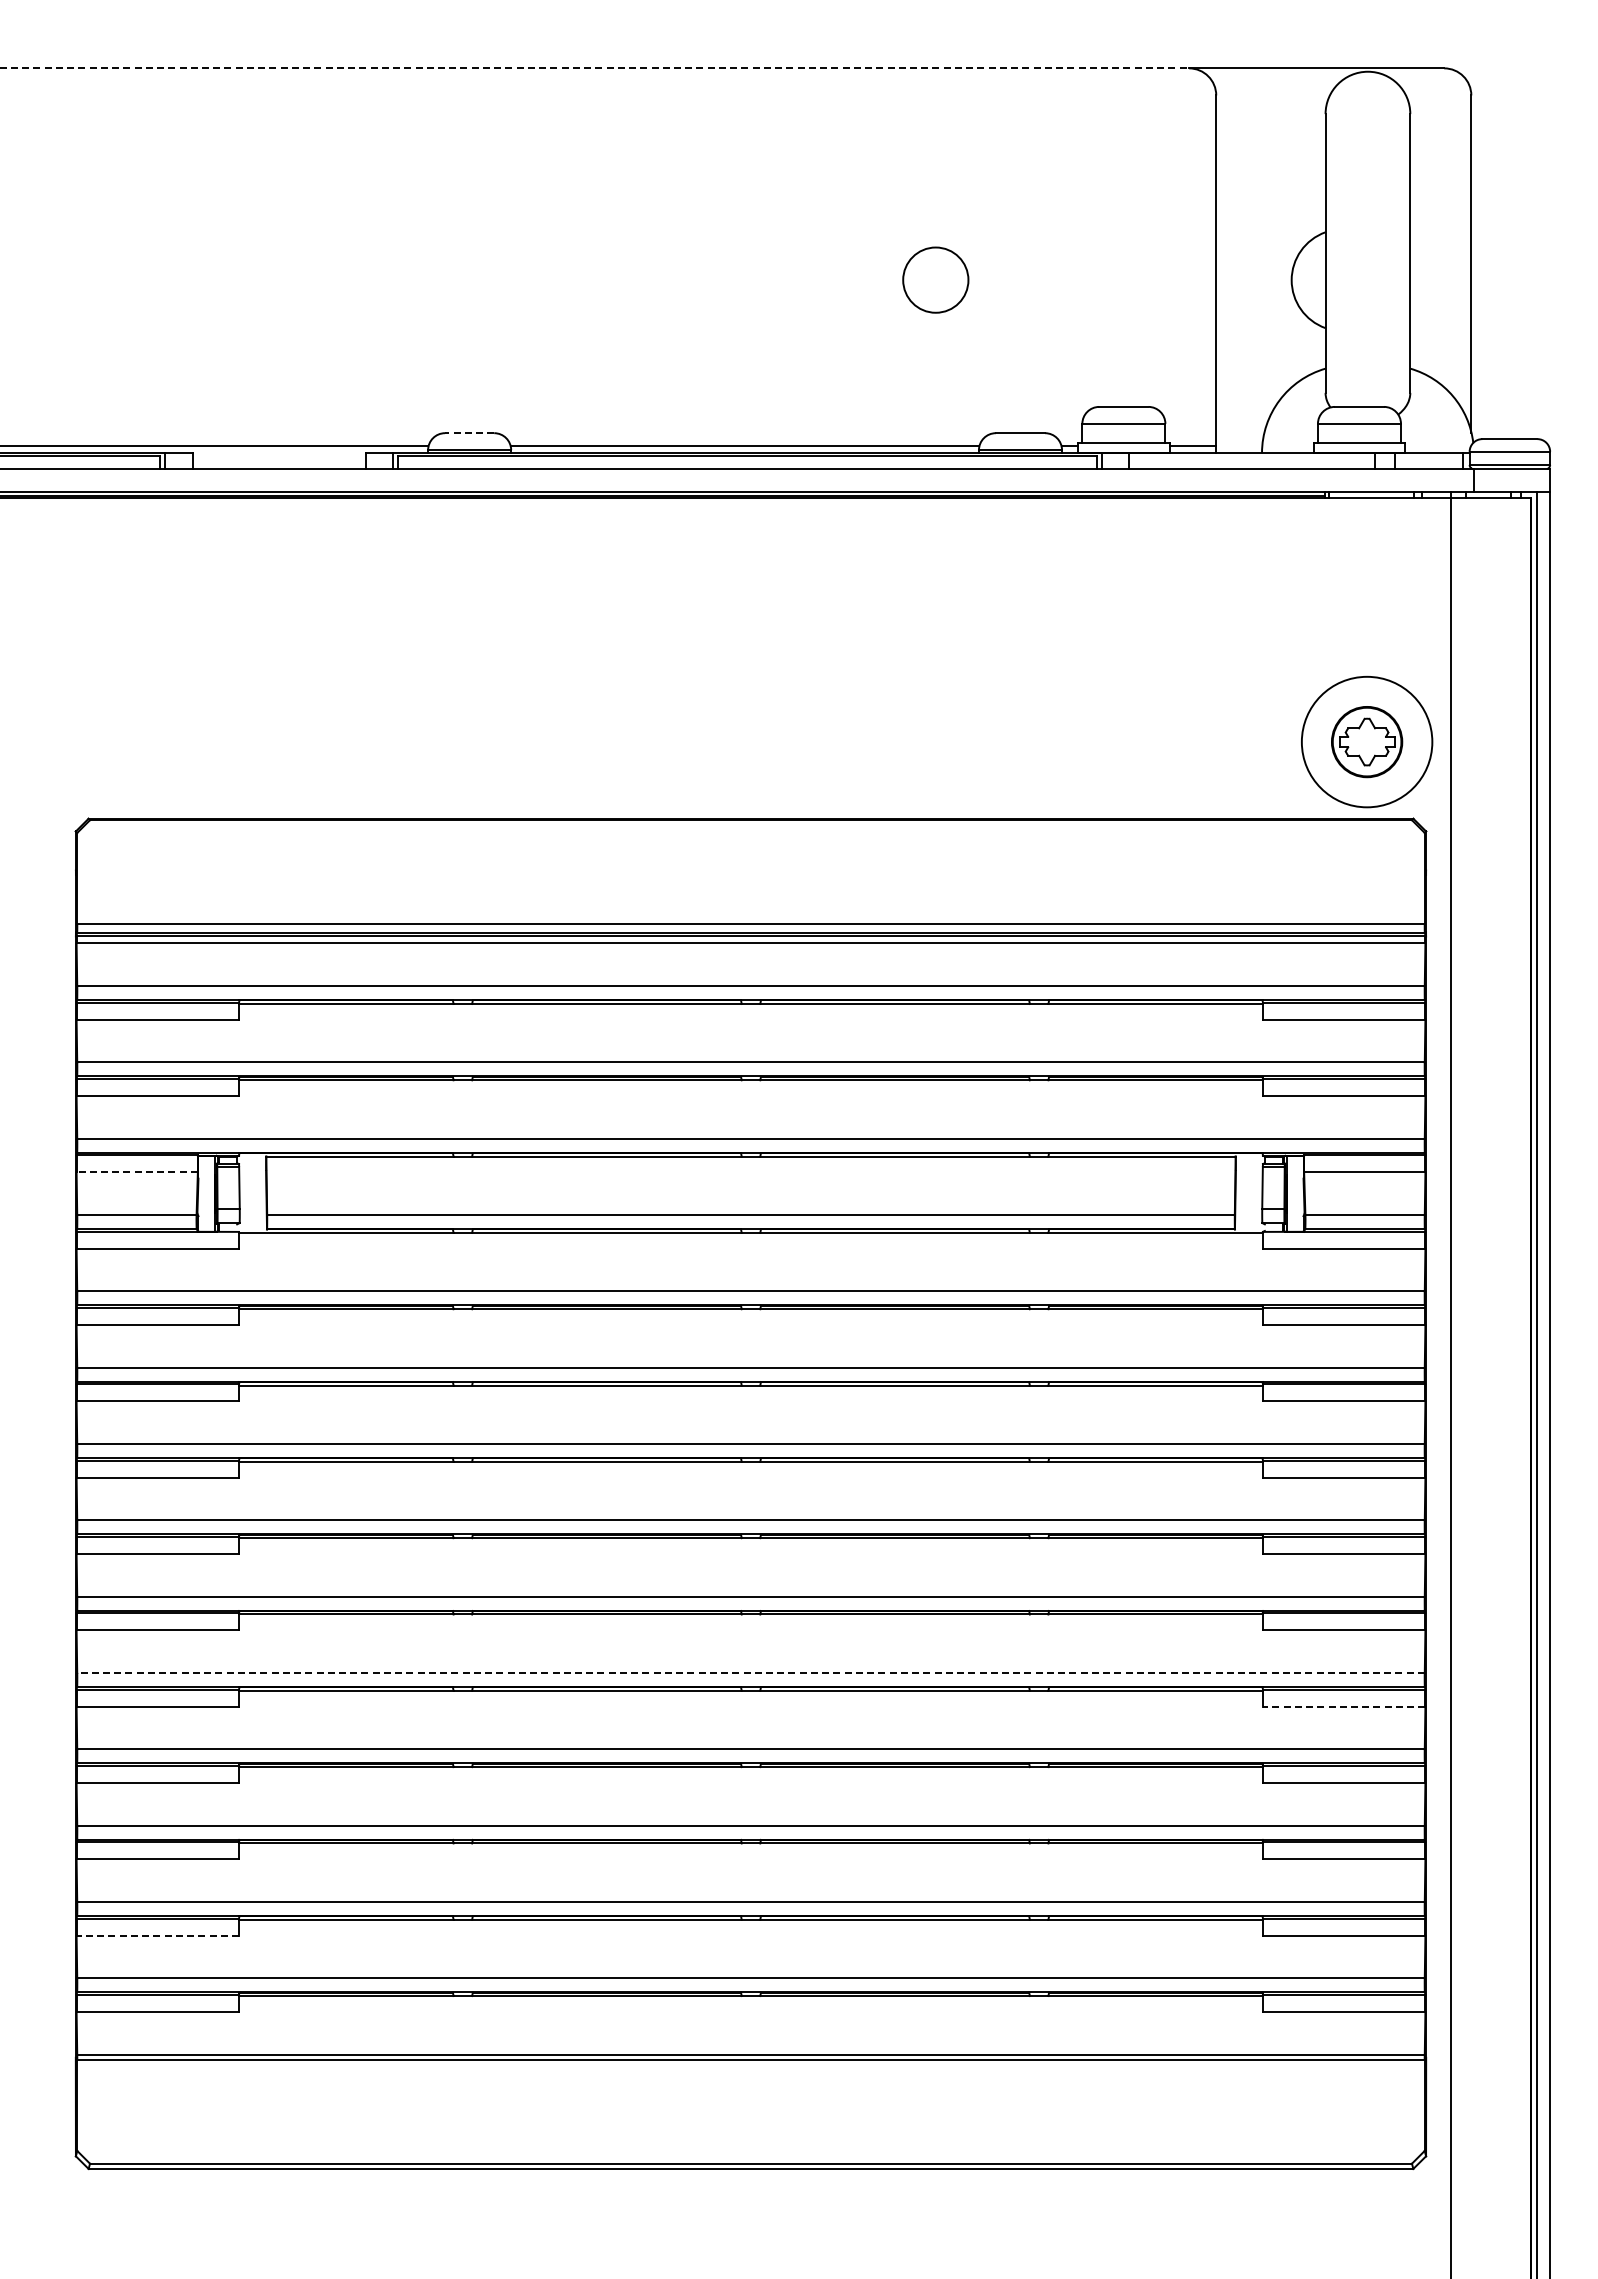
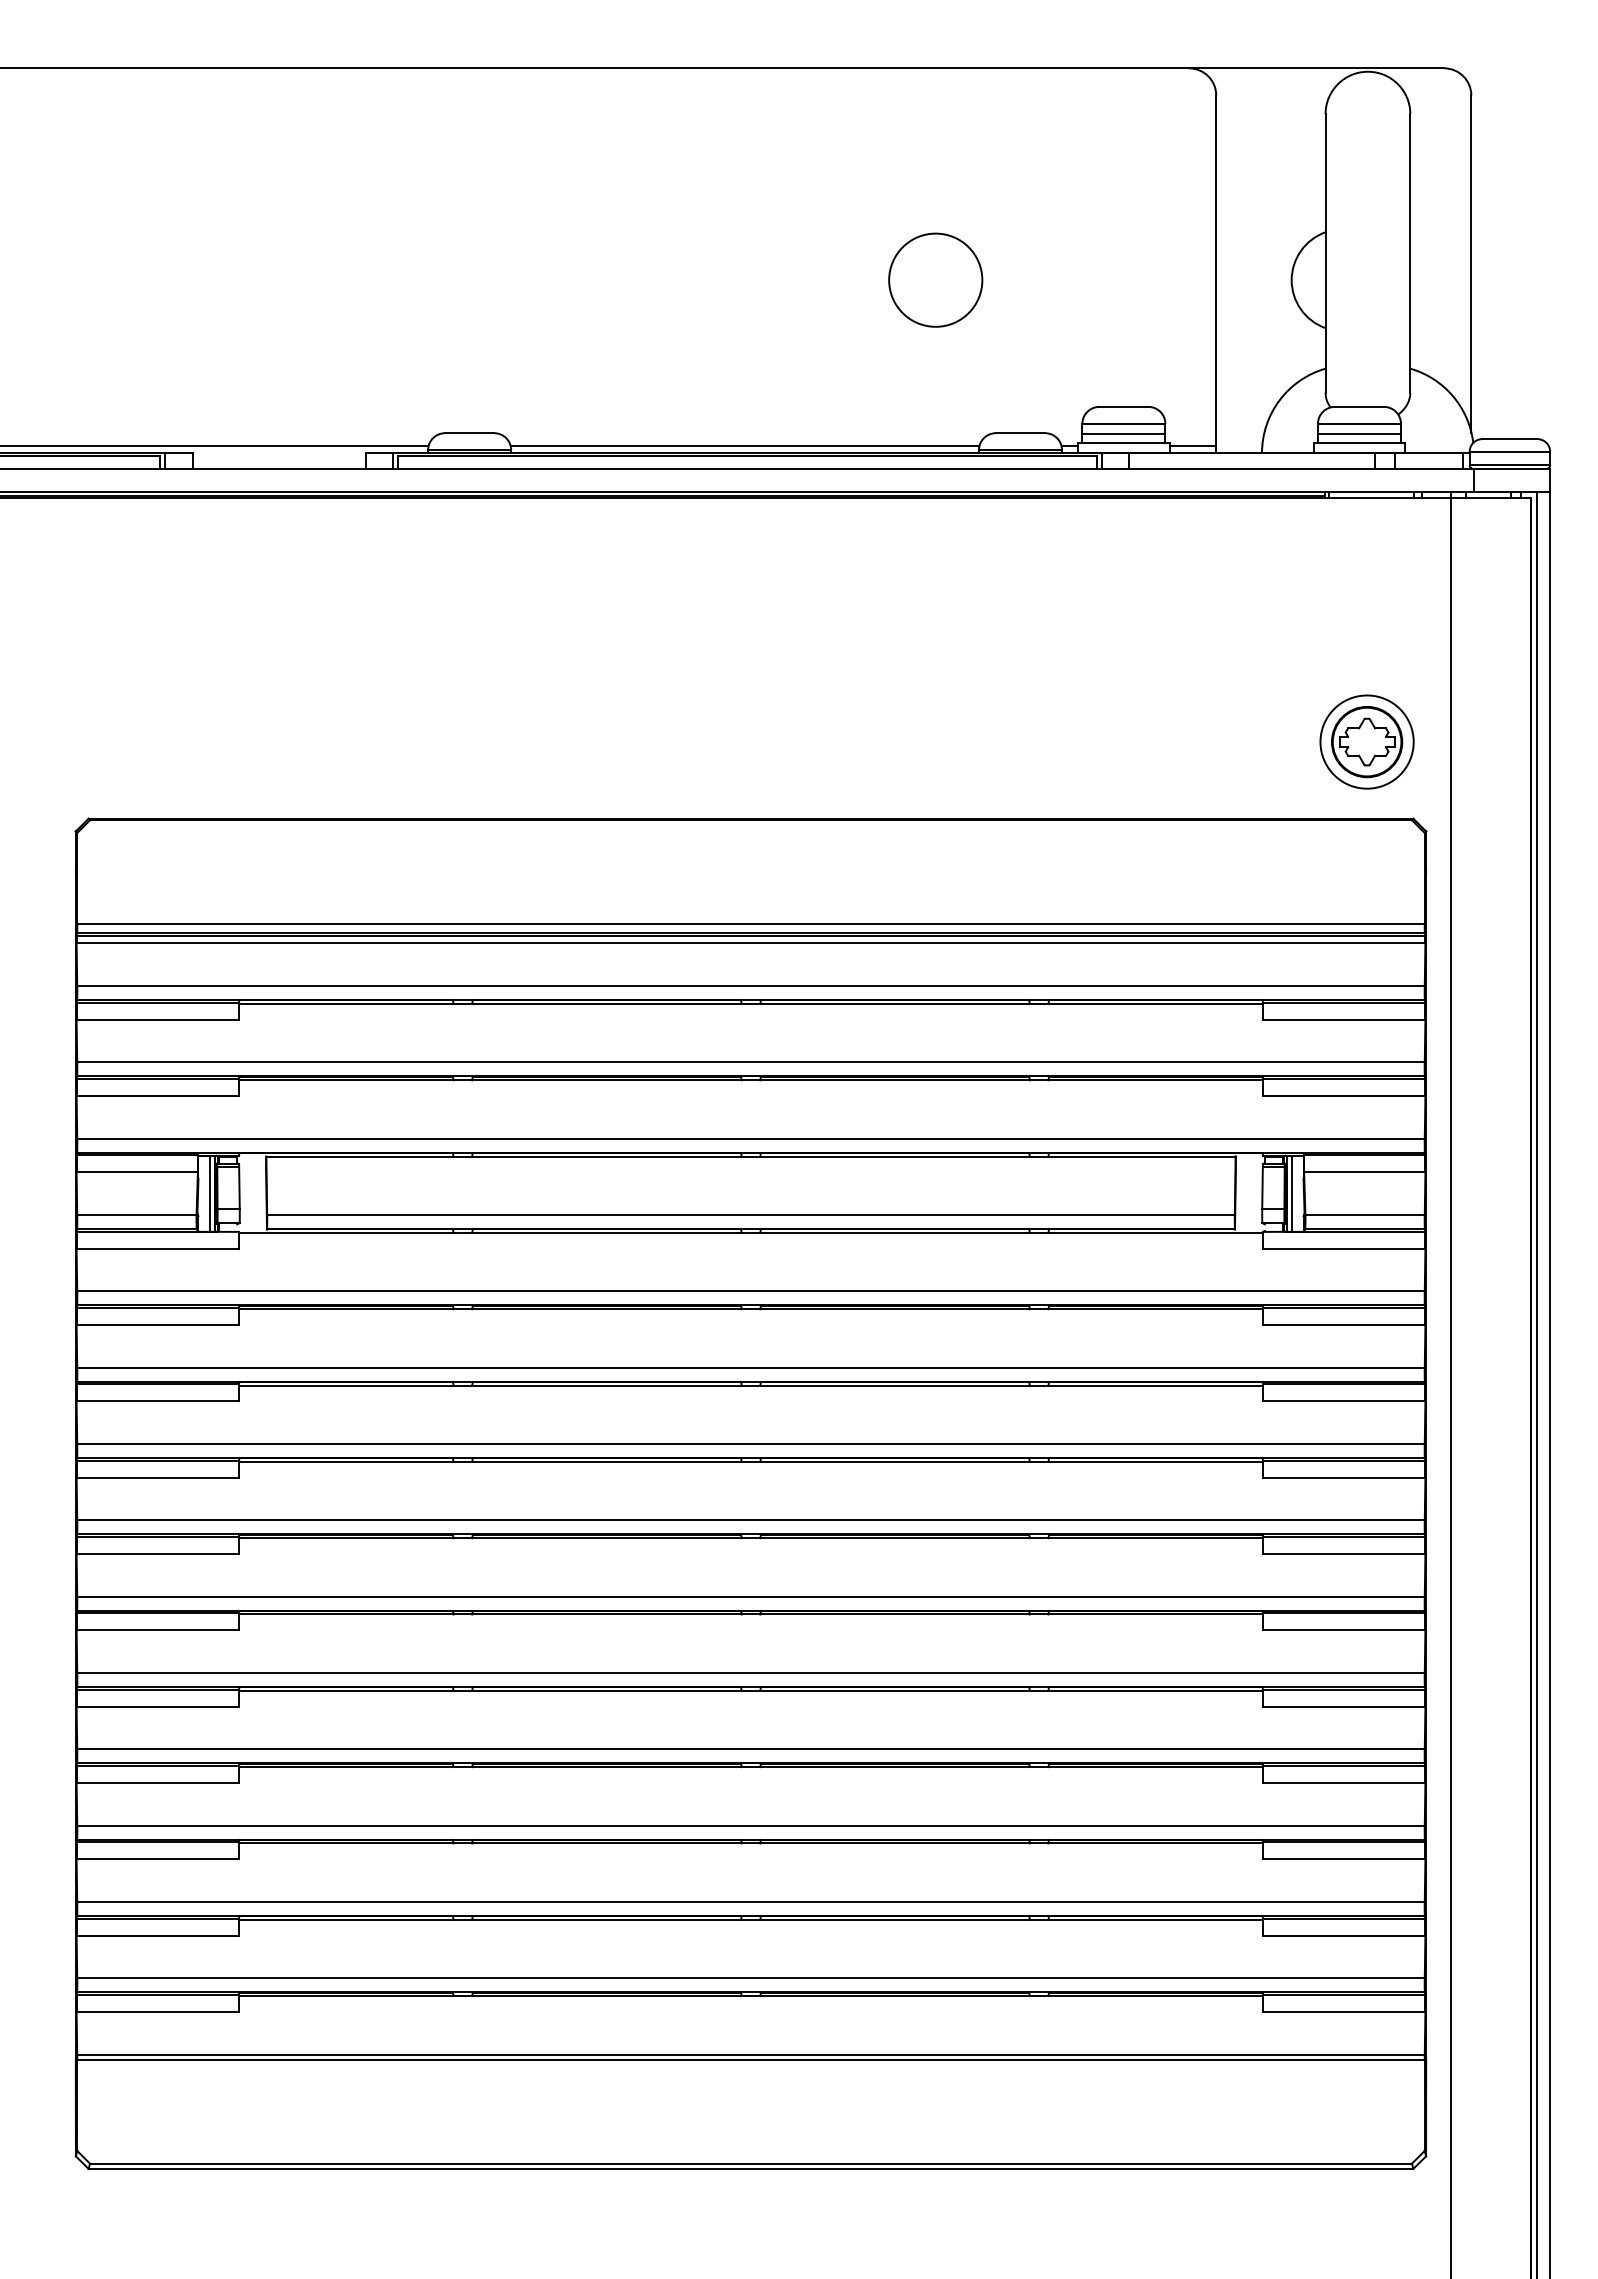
line at (595, 68): dashed -> solid
circle at (935, 279) size: 68x68 px -> 96x96 px
line at (469, 433): dashed -> solid
line at (1123, 434): none -> present
line at (1359, 434): none -> present
circle at (1366, 741) diameter: 131 px -> 93 px
line at (137, 1172): dashed -> solid
line at (210, 1193): none -> present
line at (1291, 1193): none -> present
line at (751, 1672): dashed -> solid
line at (1343, 1706): dashed -> solid
line at (157, 1935): dashed -> solid
